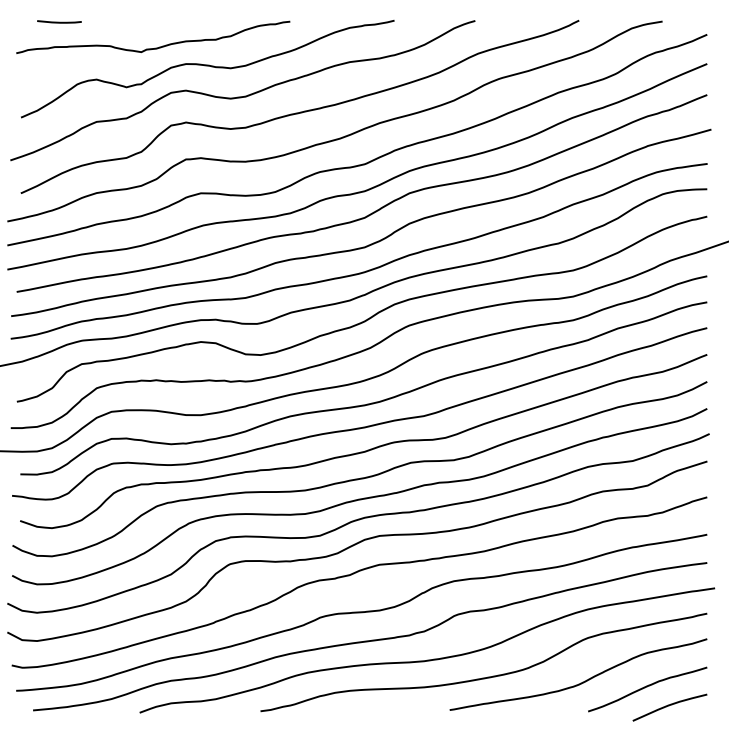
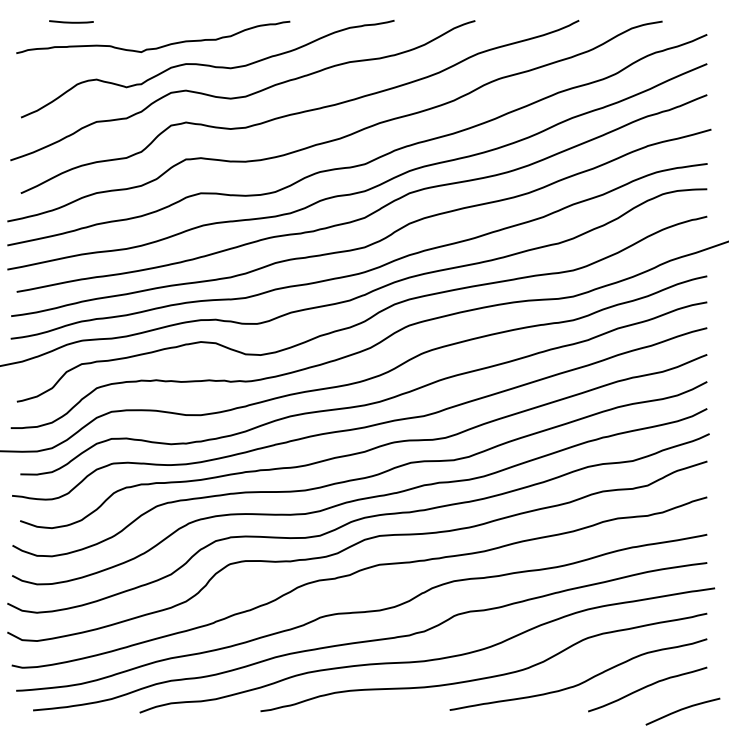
line at (59, 21) position: (59, 21) -> (71, 21)
curve at (669, 706) position: (669, 706) -> (682, 710)
